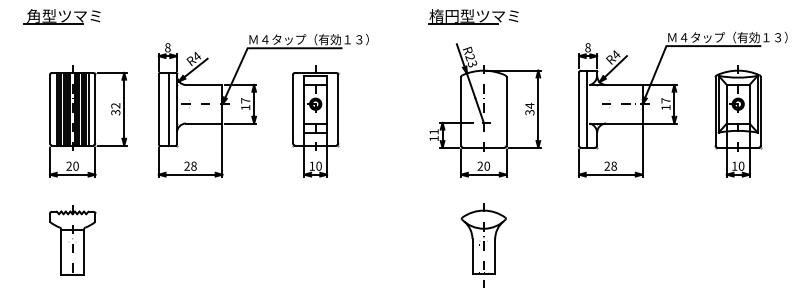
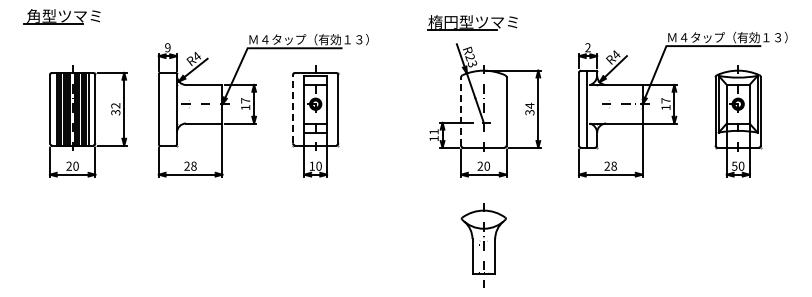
part at (473, 16) position: (473, 16) -> (472, 22)
text at (167, 47): 8 -> 9
text at (587, 47): 8 -> 2
line at (169, 108): present -> none
line at (293, 108): solid -> dashed
line at (461, 110): solid -> dashed
text at (734, 165): 10 -> 50
part at (72, 240): present -> none
